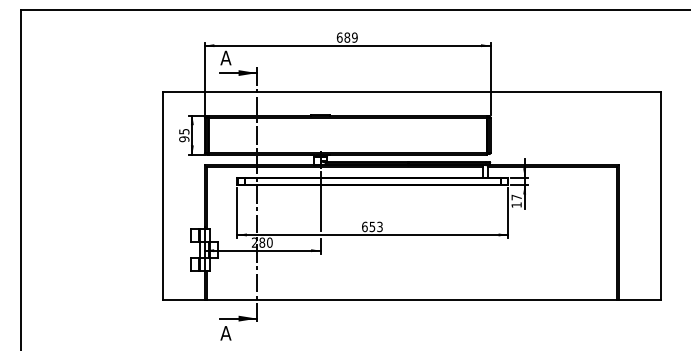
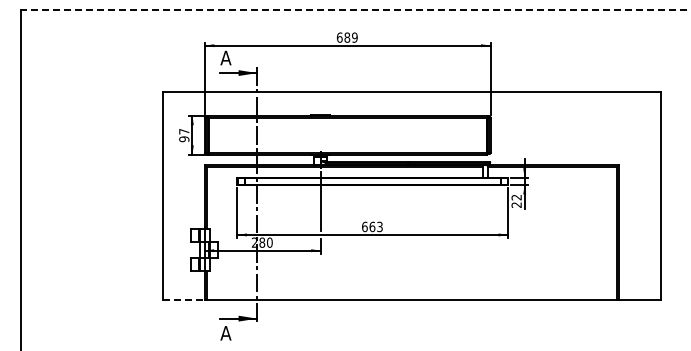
line at (355, 10): solid -> dashed
text at (184, 131): 95 -> 97
text at (516, 200): 17 -> 22
text at (372, 226): 653 -> 663
line at (183, 299): solid -> dashed
